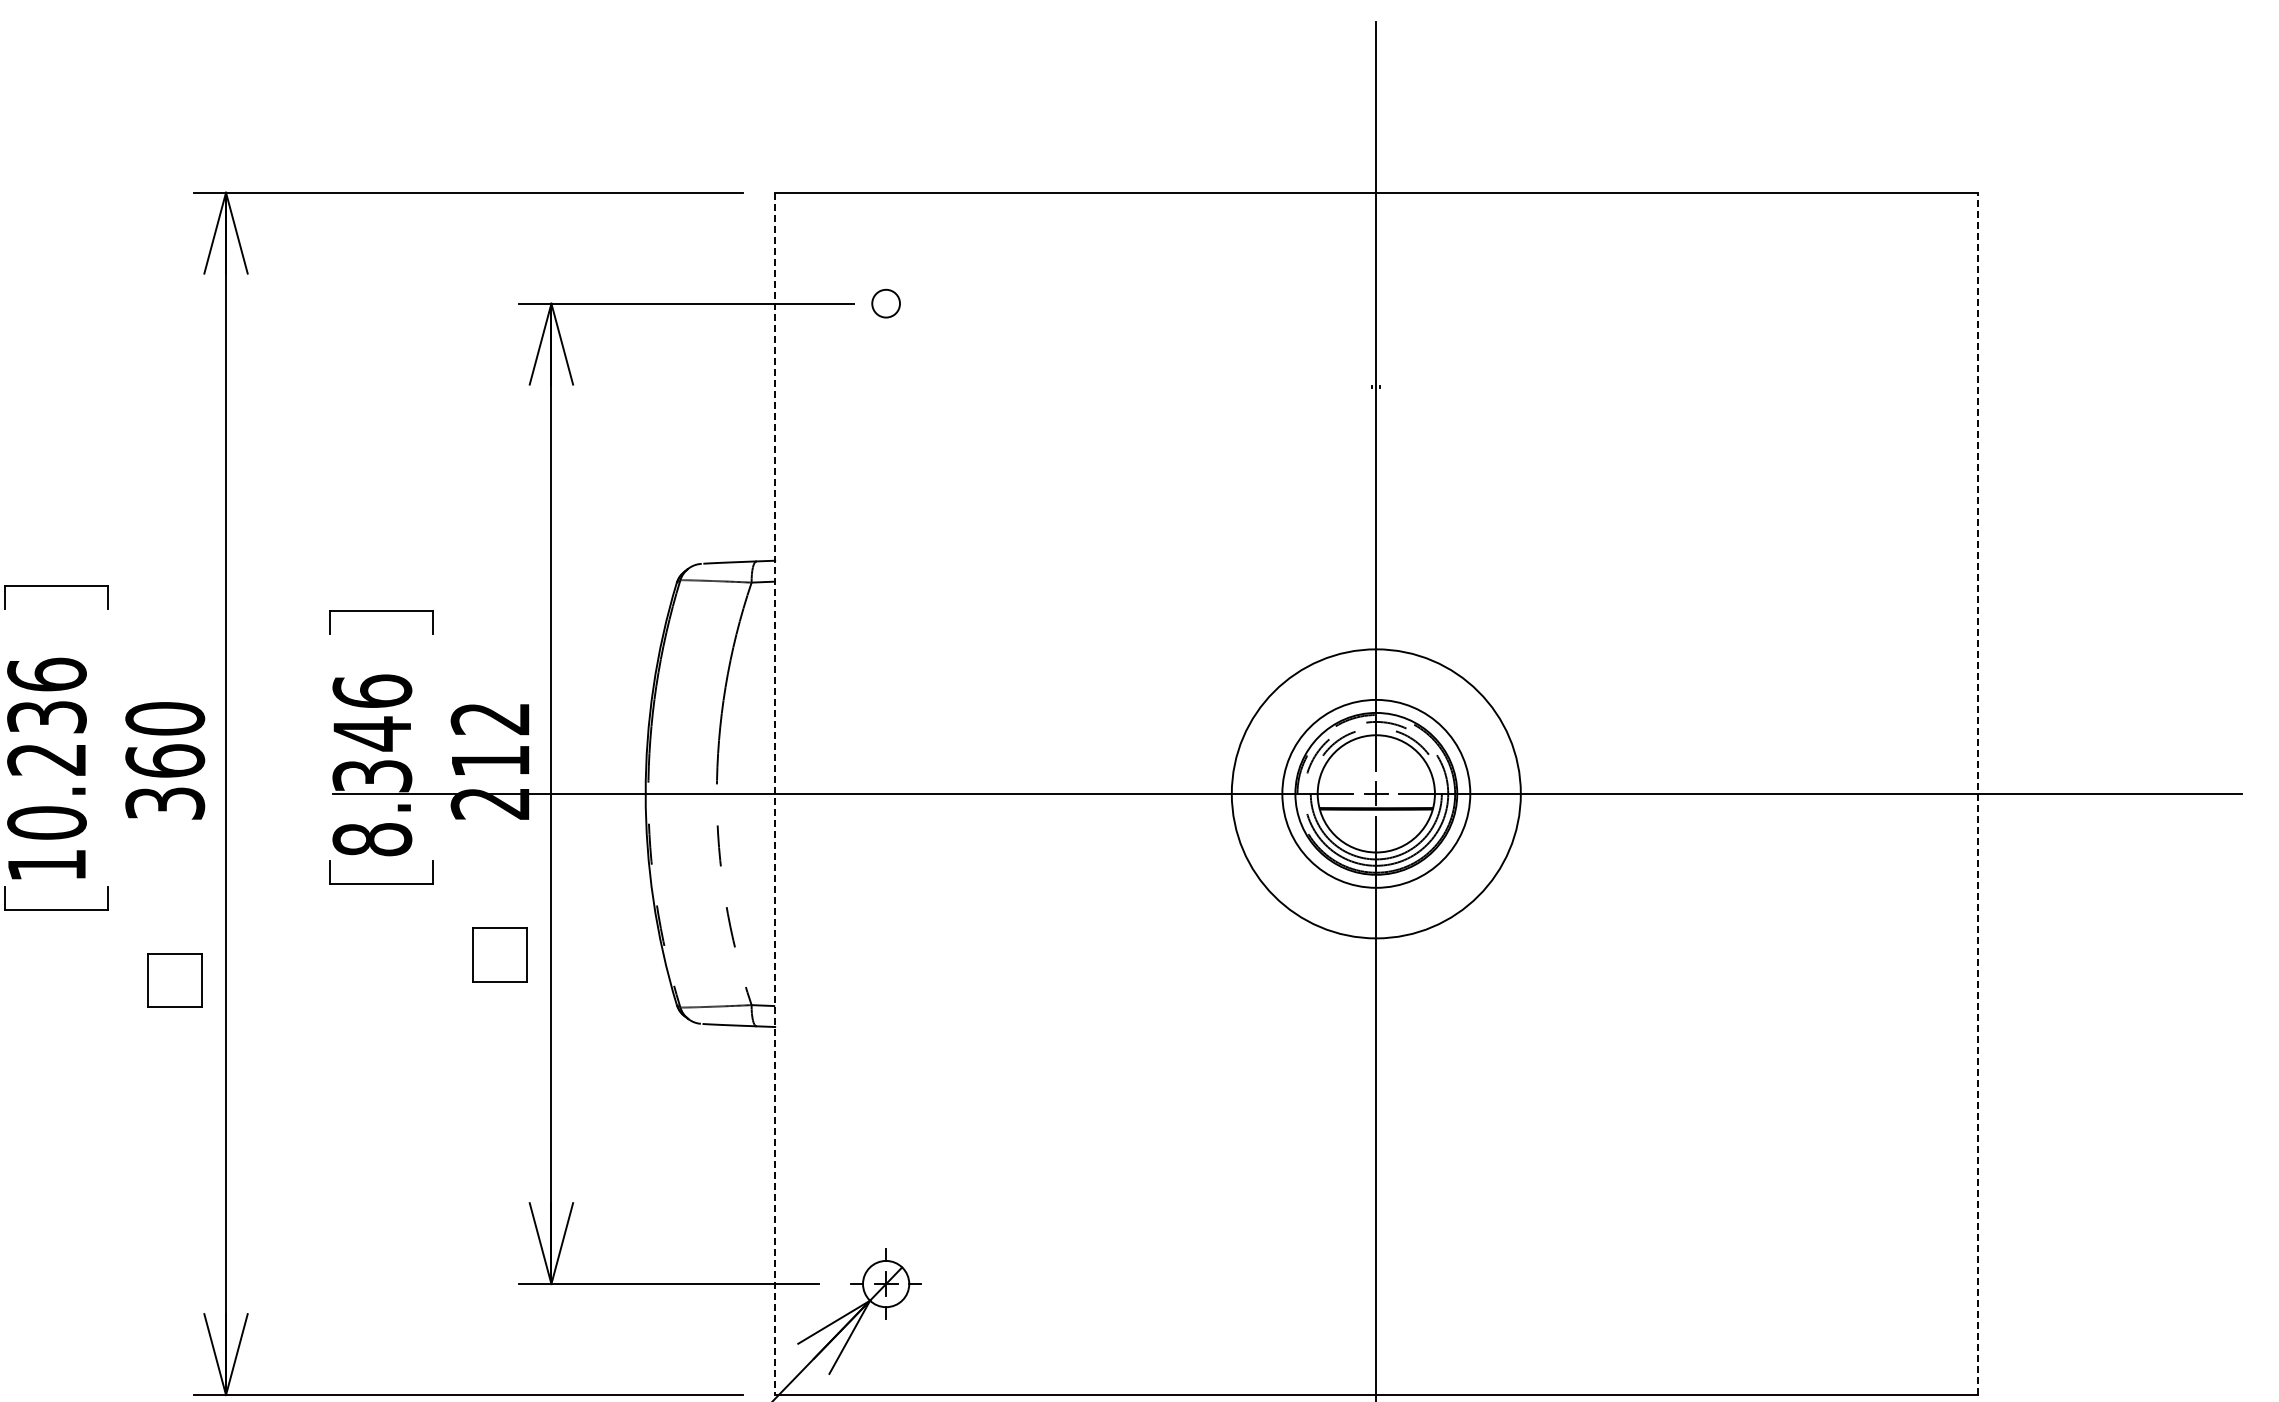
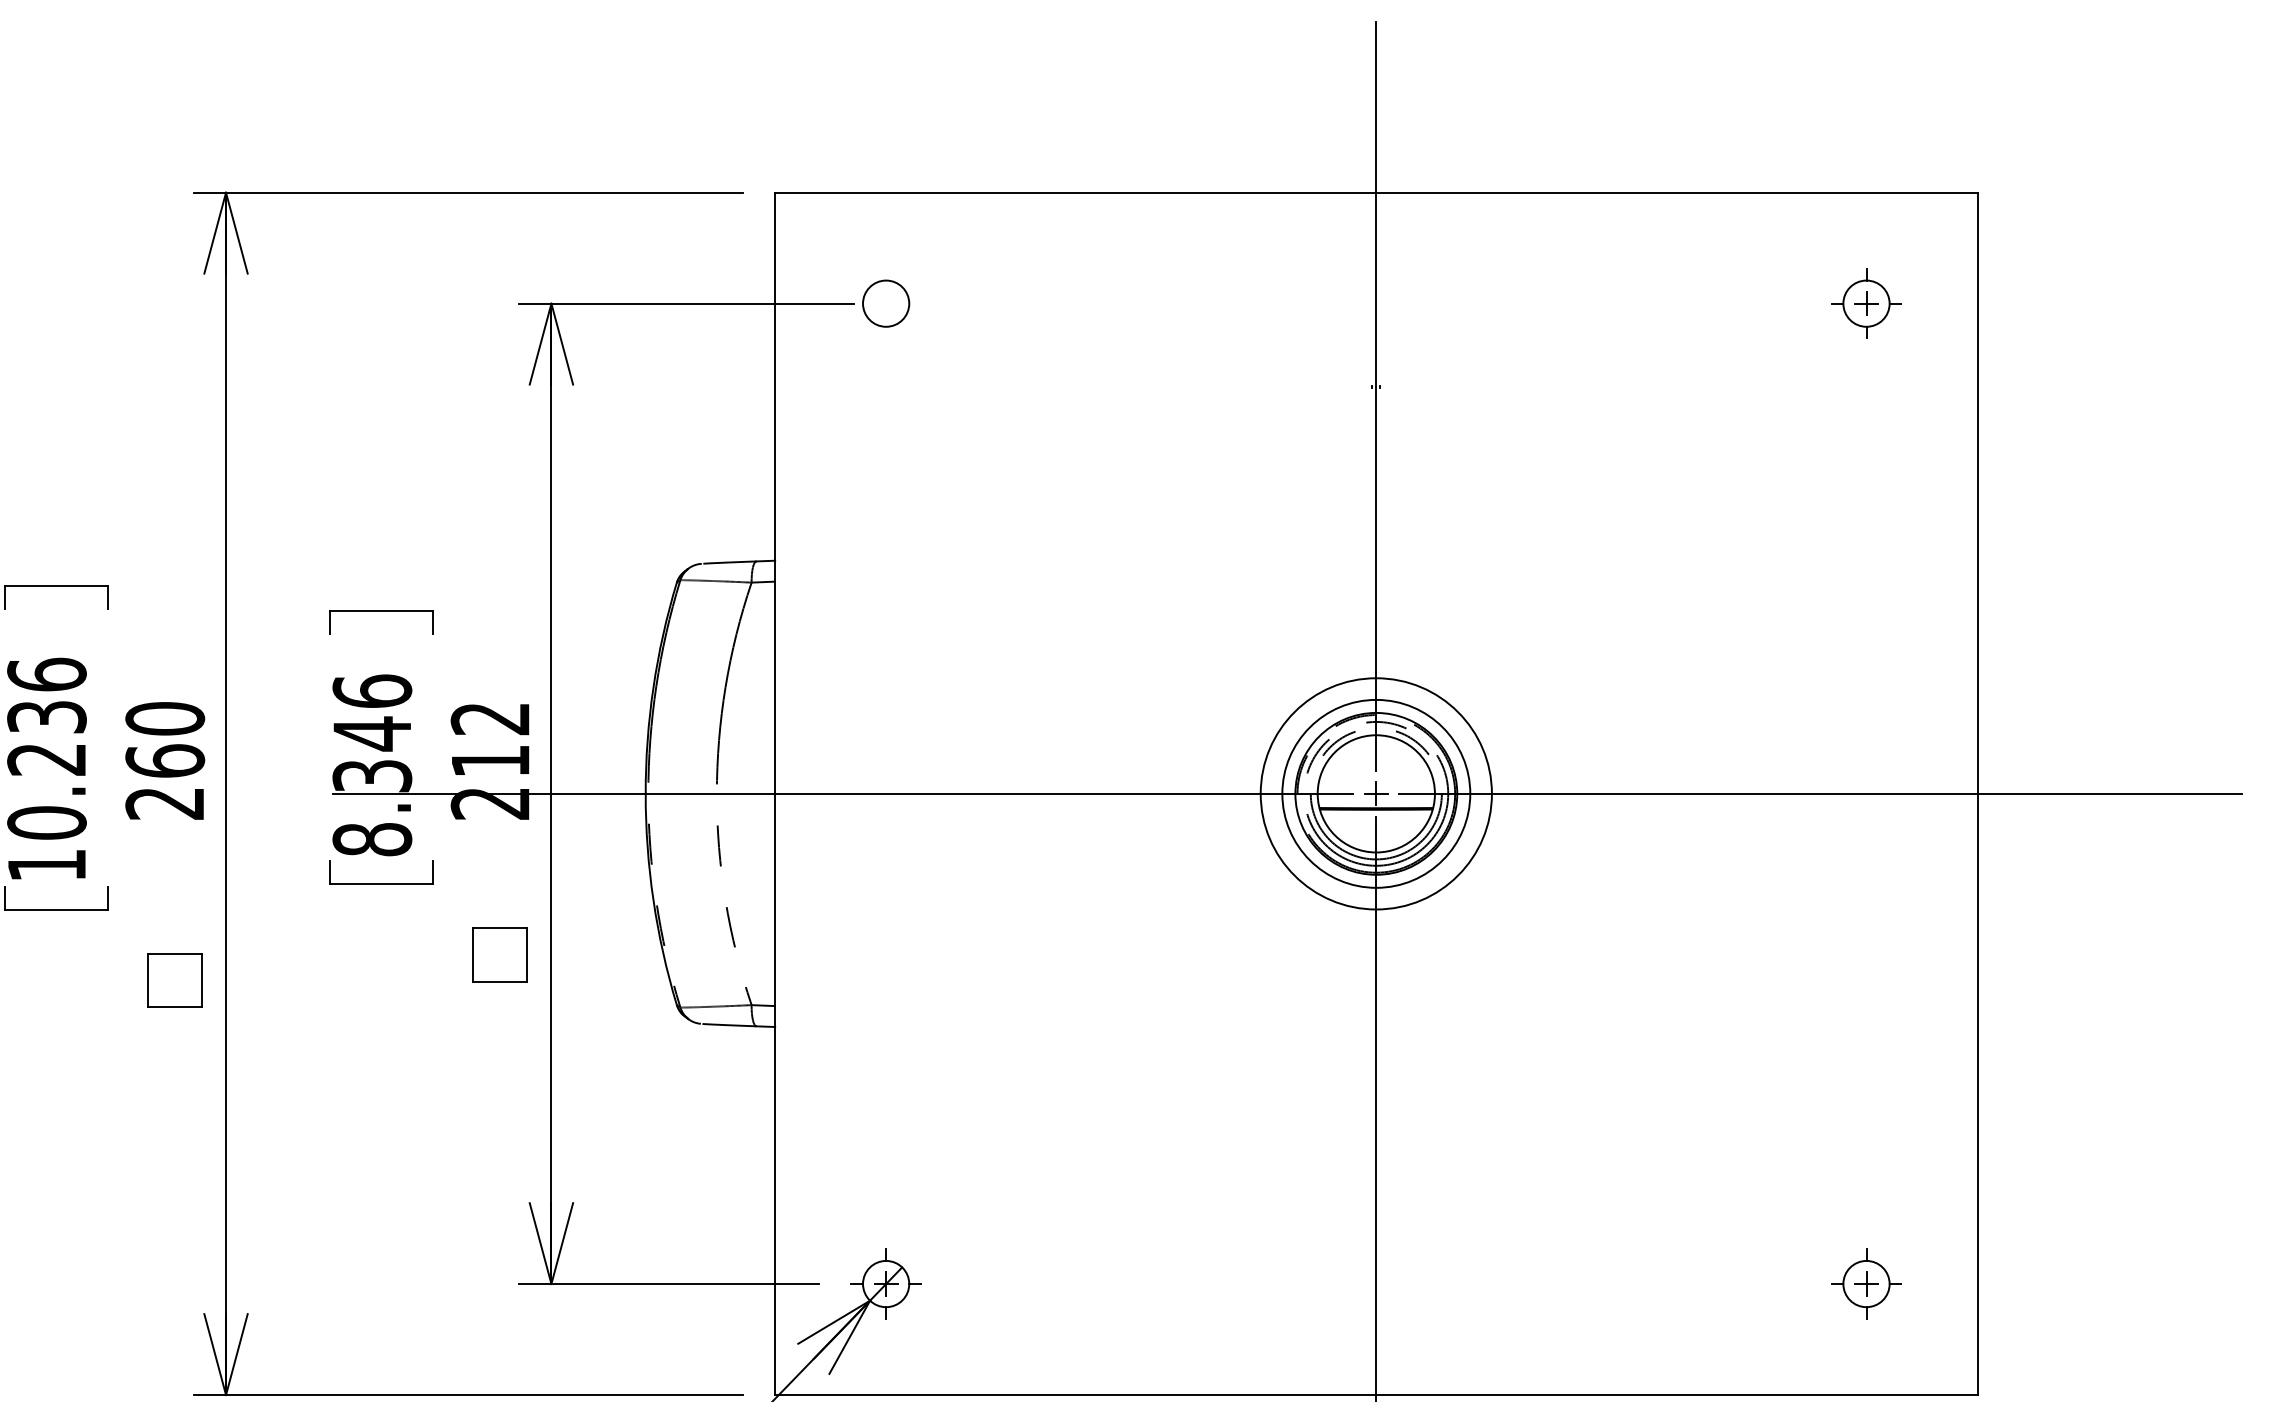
circle at (886, 303) diameter: 28 px -> 46 px
part at (1866, 303): none -> present
circle at (1375, 793) diameter: 289 px -> 231 px
line at (1977, 793): dashed -> solid
line at (775, 794): dashed -> solid
text at (165, 803): 360 -> 260
part at (1866, 1283): none -> present
